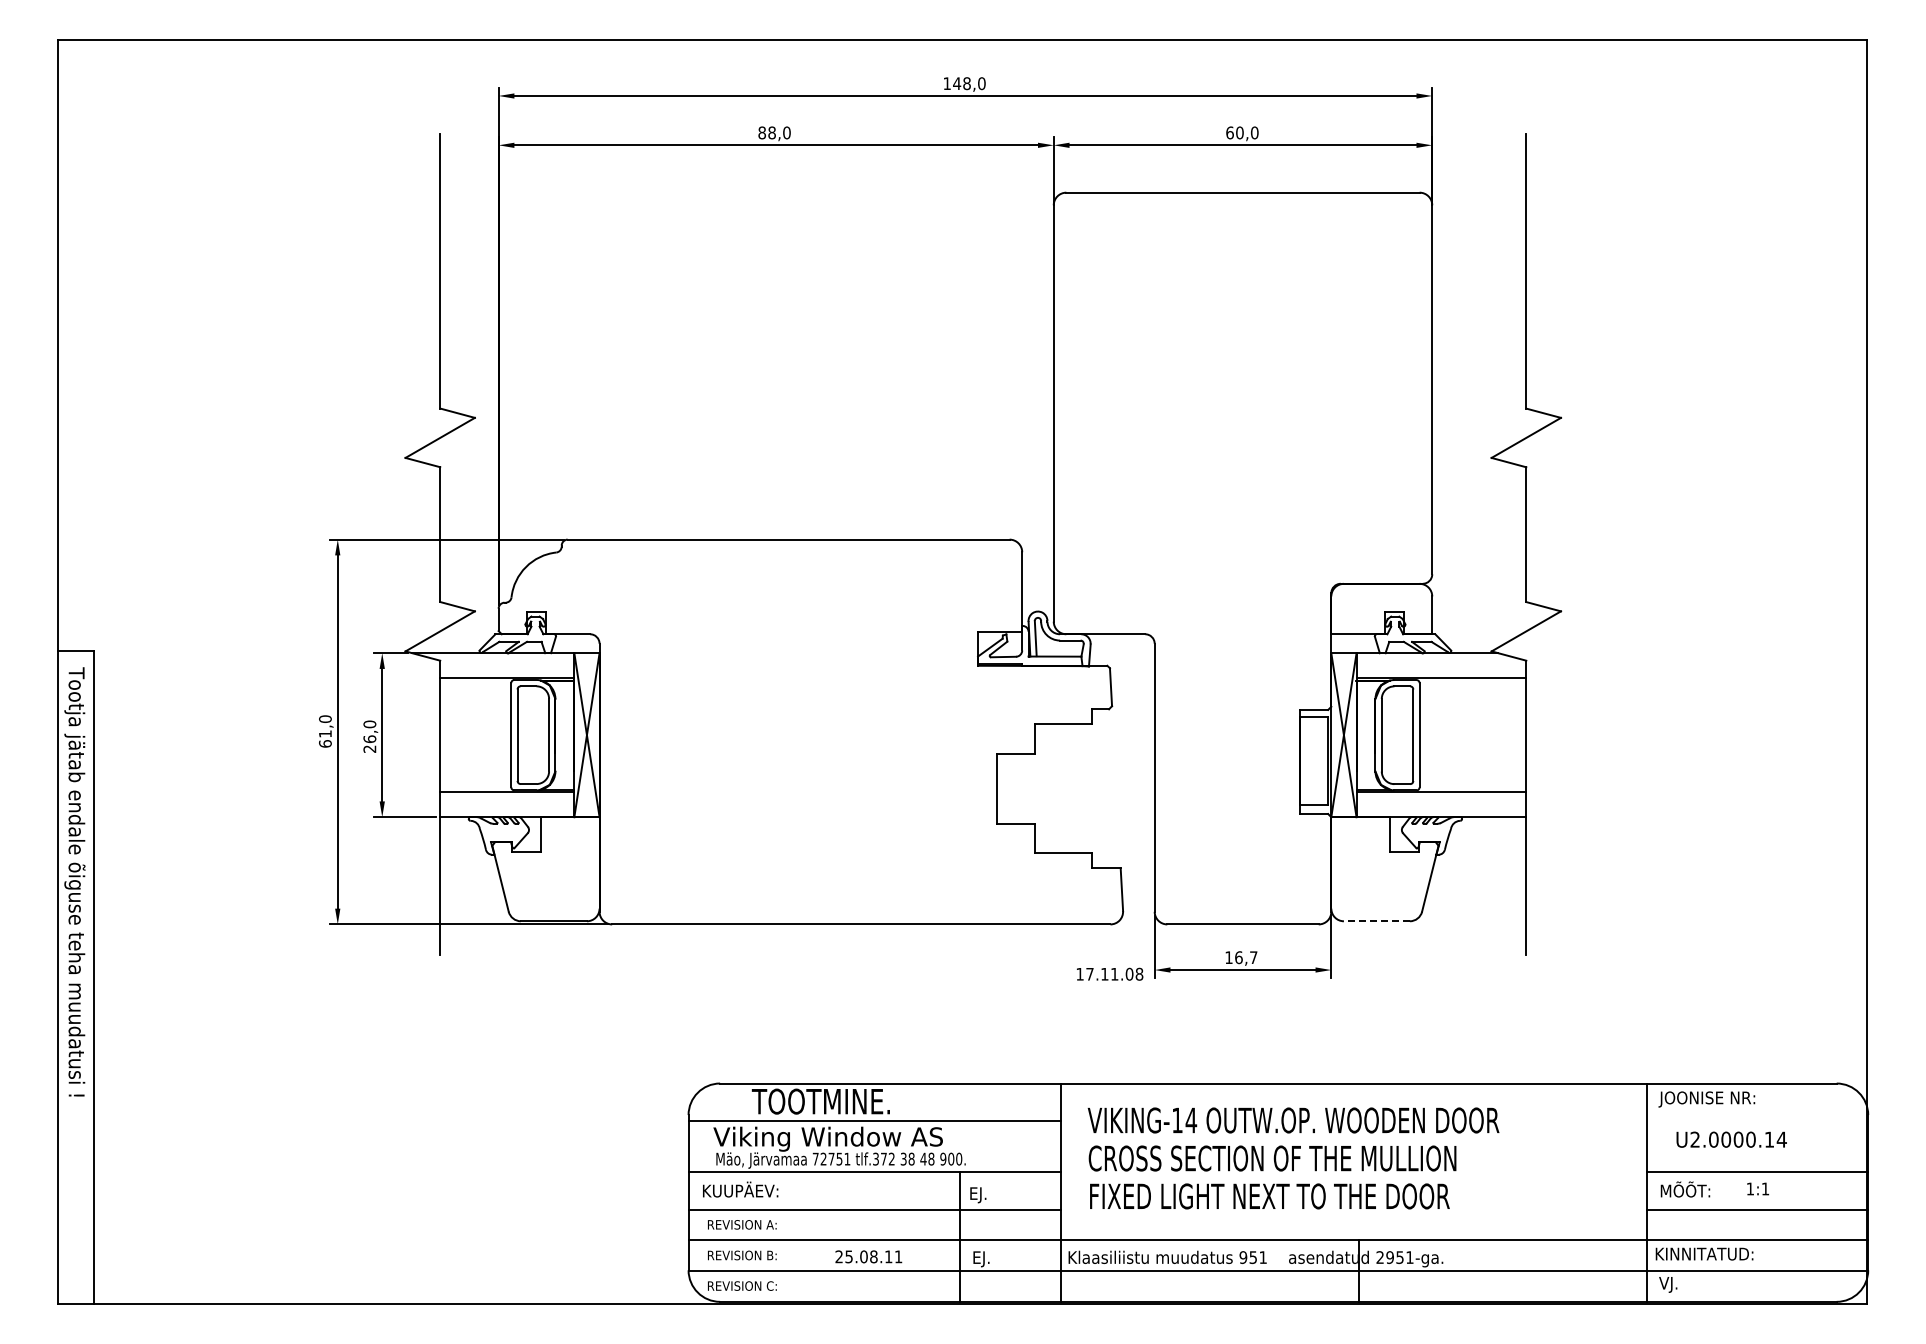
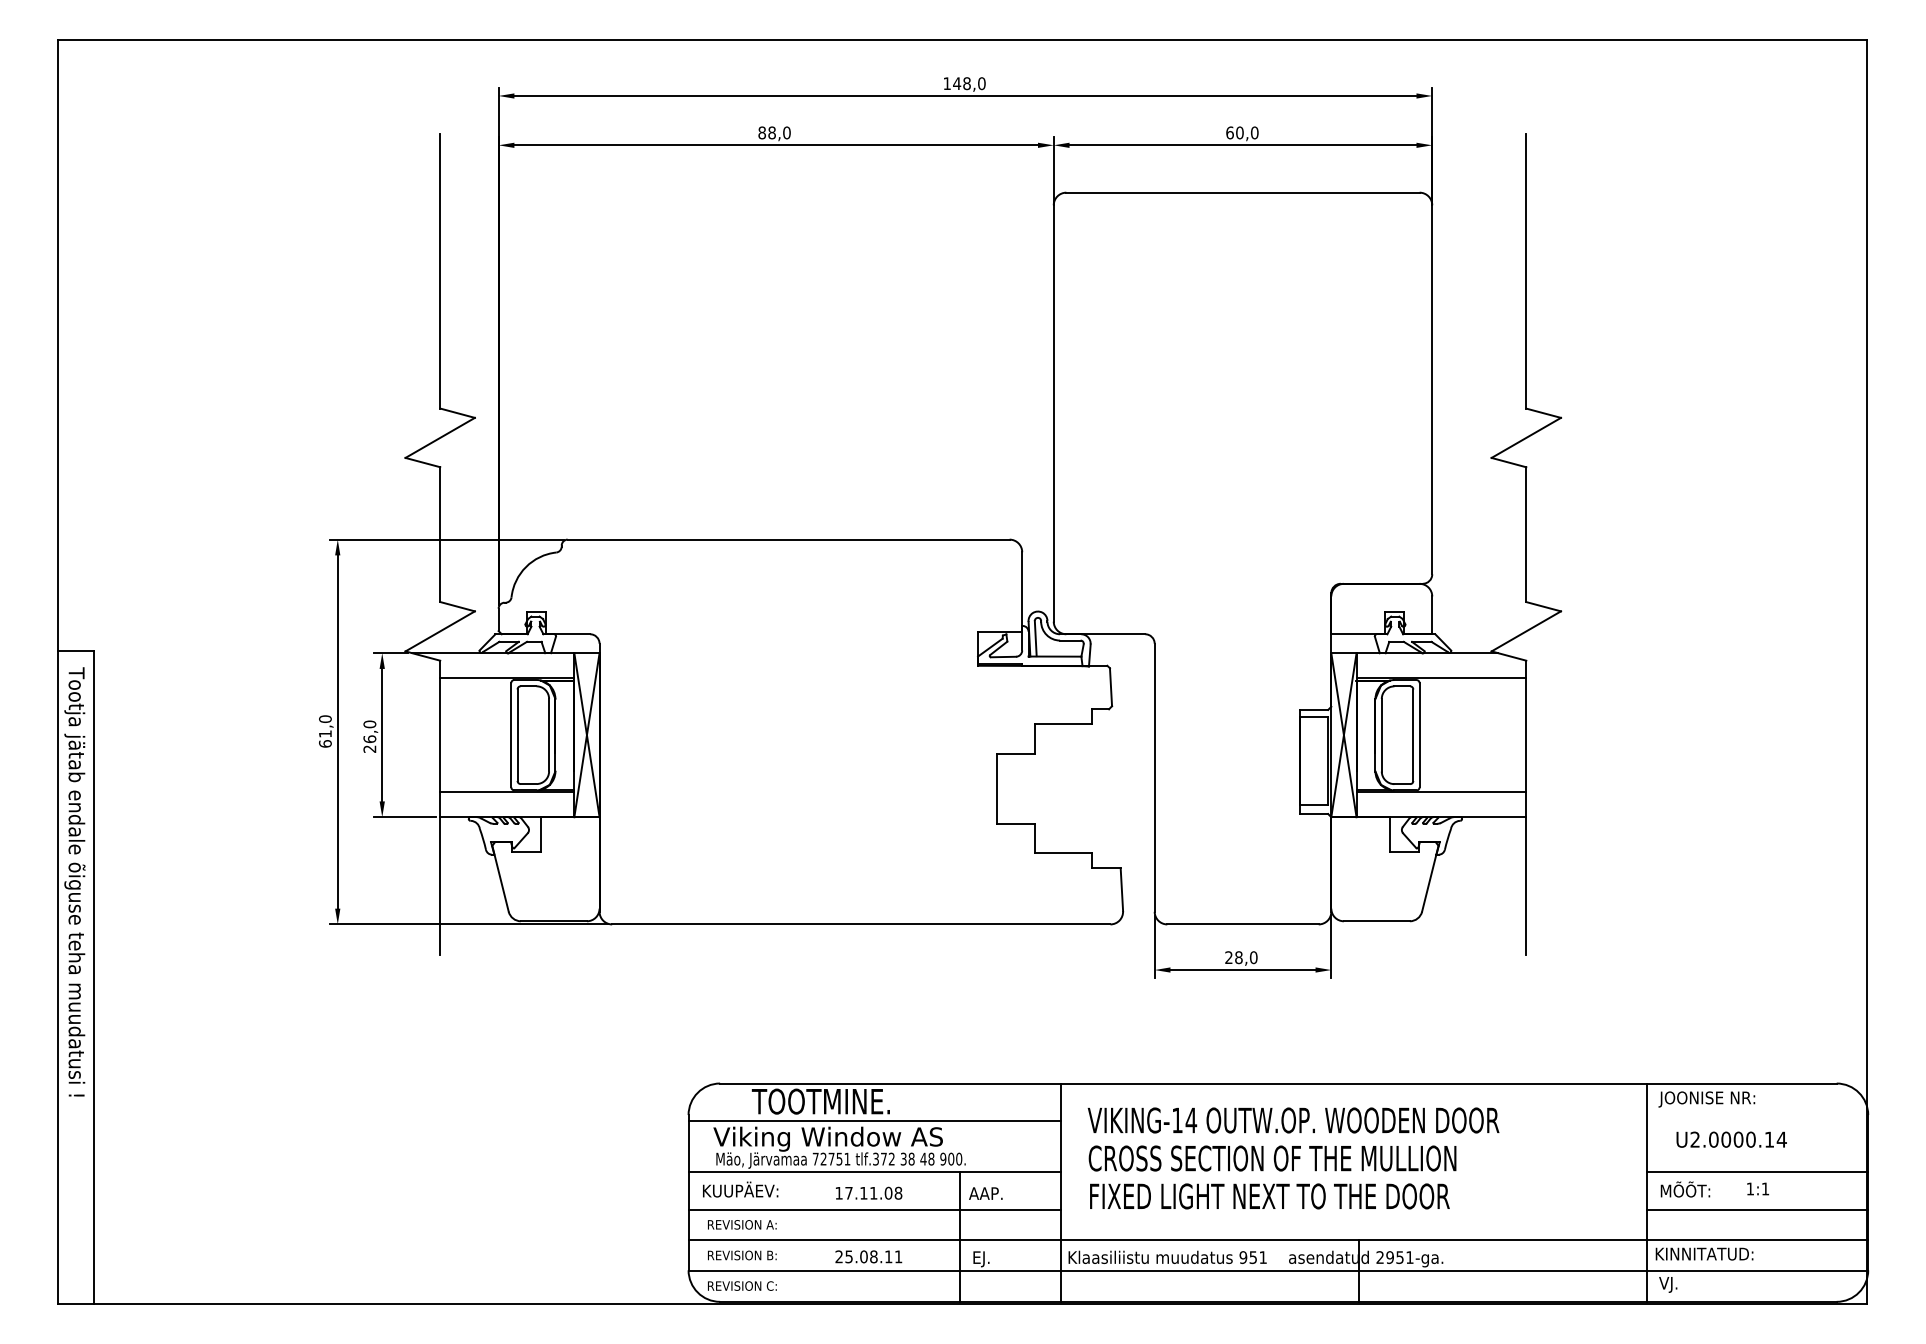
line at (1376, 921): dashed -> solid
text at (1241, 957): 16,7 -> 28,0
text at (1110, 973) position: (1110, 973) -> (869, 1192)
text at (985, 1195): EJ. -> AAP.
